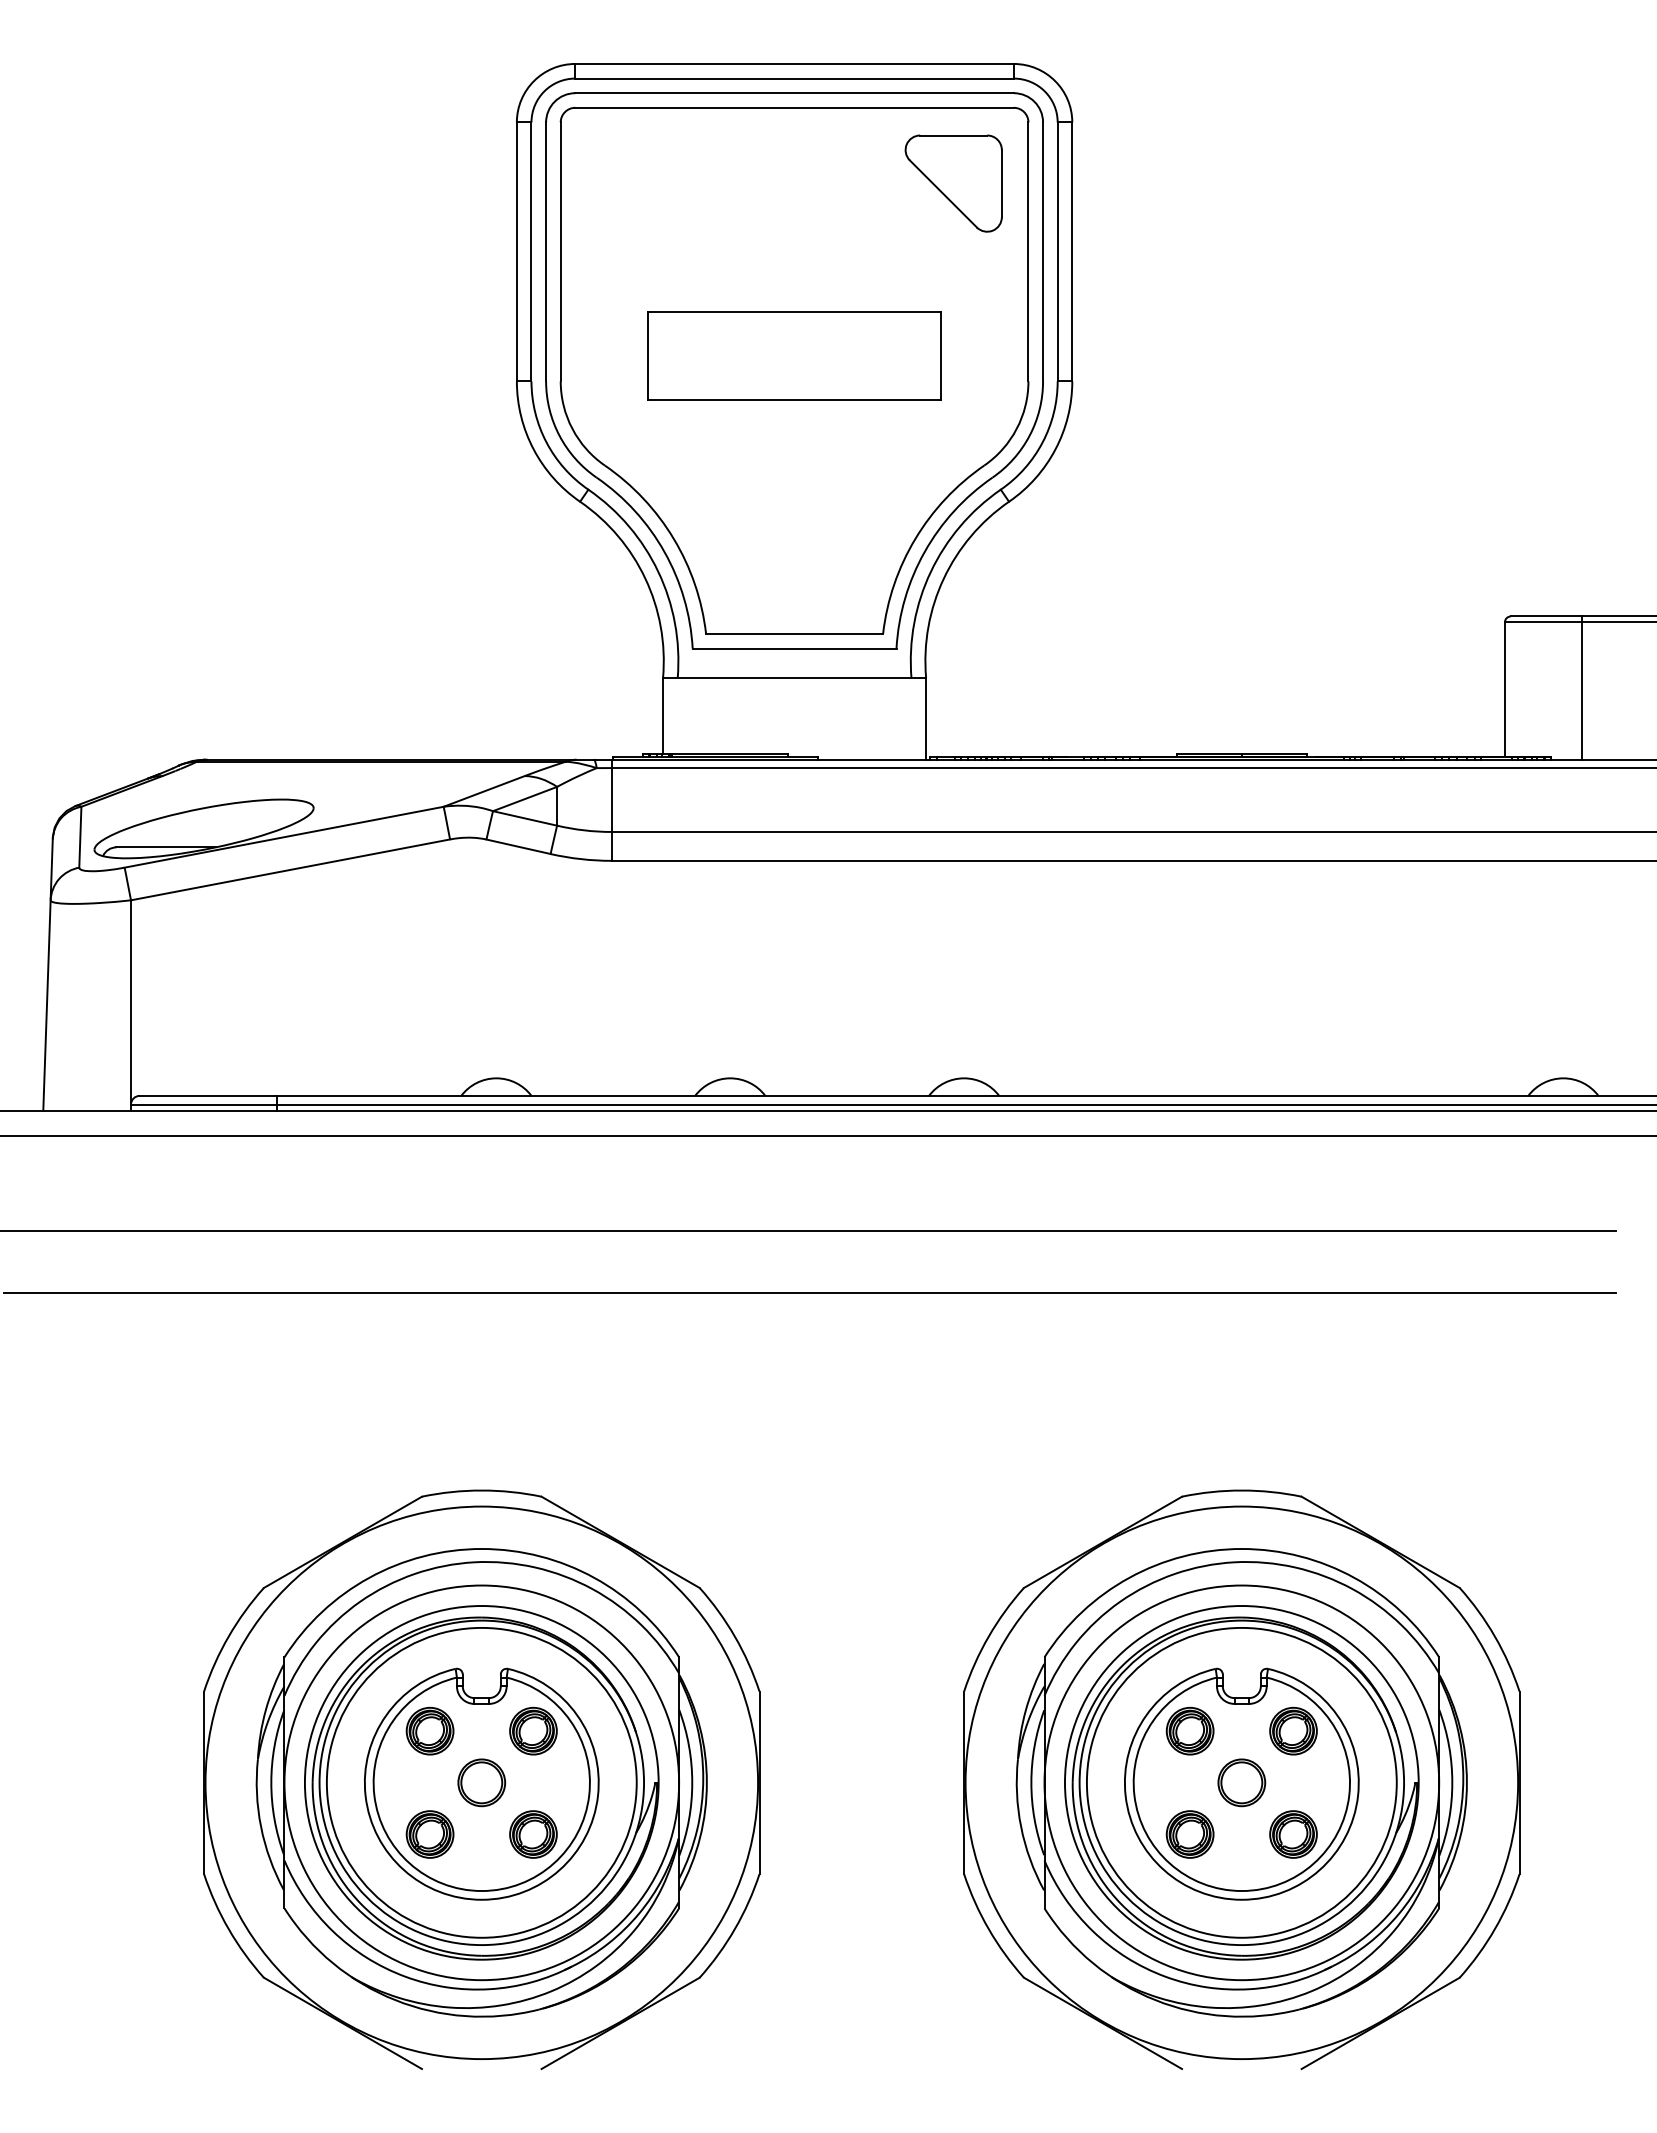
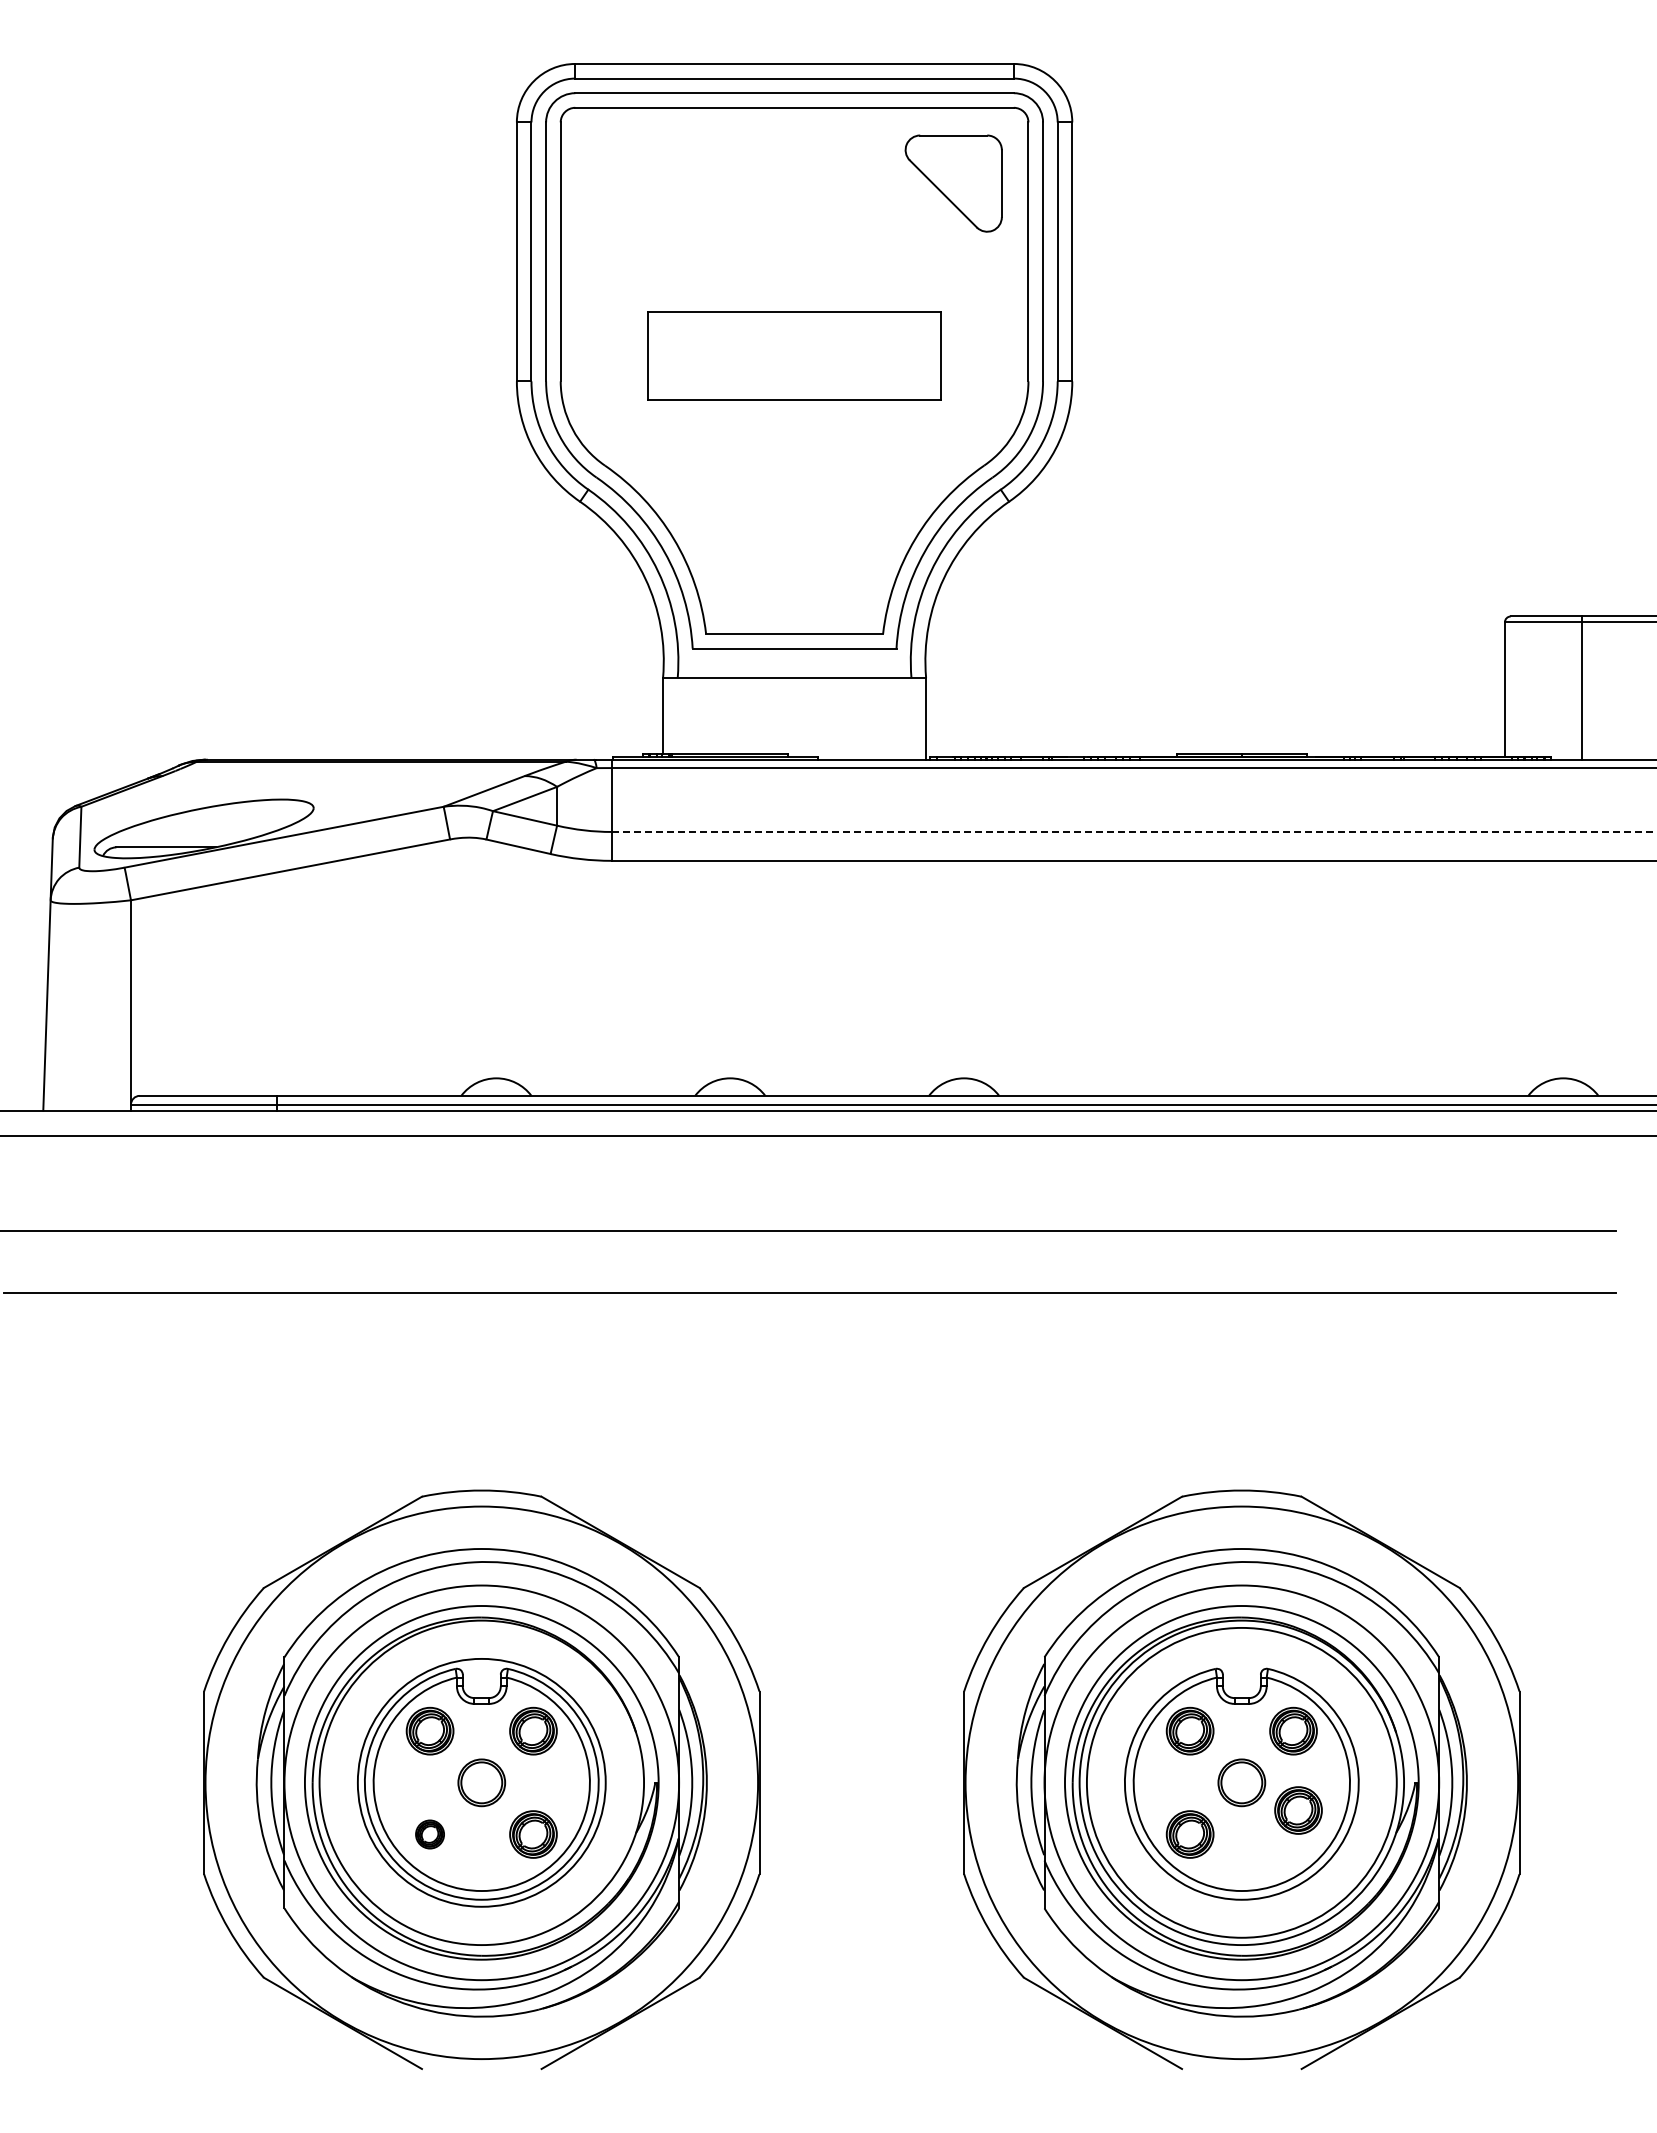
line at (1134, 831): solid -> dashed
circle at (481, 1782) diameter: 310 px -> 248 px
part at (429, 1834) size: 50x49 px -> 30x31 px
part at (1293, 1834) position: (1293, 1834) -> (1298, 1810)
